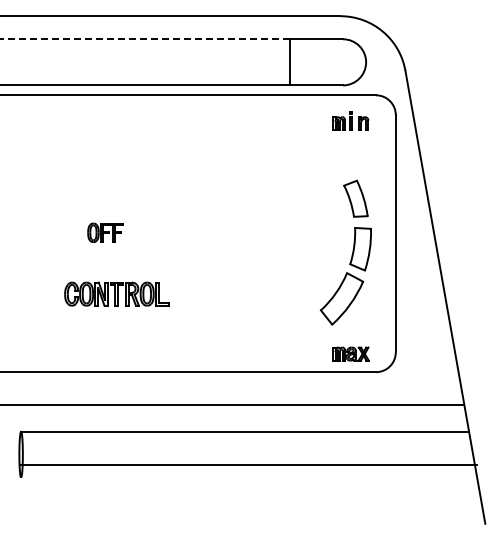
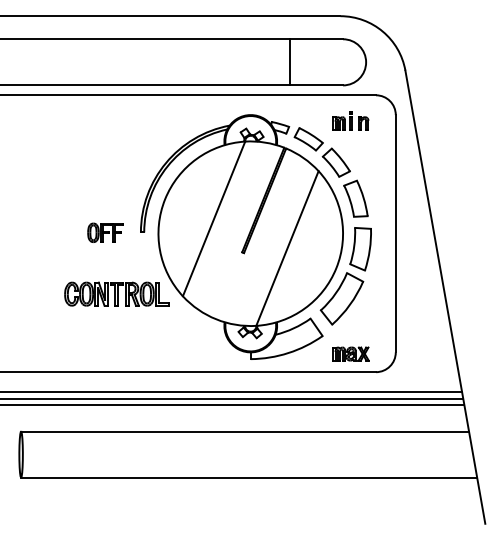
line at (145, 39): dashed -> solid
part at (245, 236): none -> present
line at (232, 391): none -> present
line at (232, 398): none -> present
line at (249, 464) position: (249, 464) -> (249, 477)
